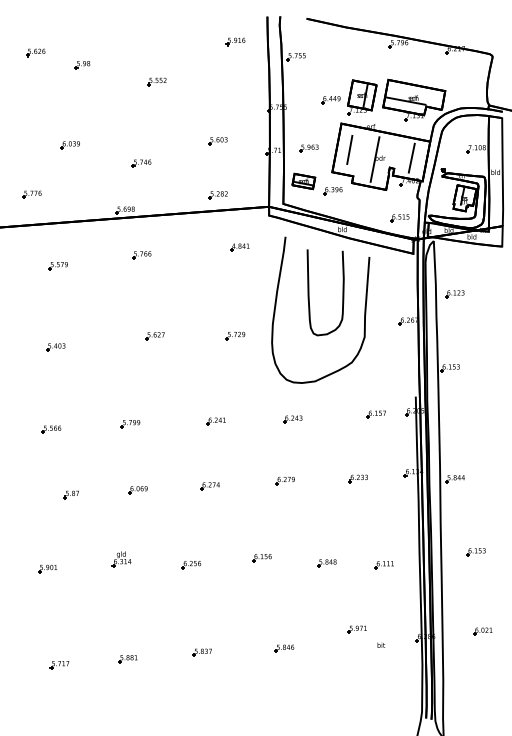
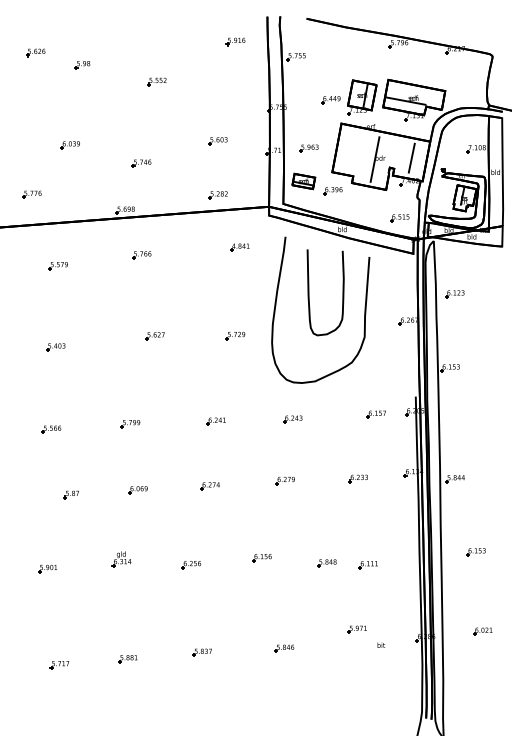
line at (349, 149): present -> none
part at (383, 565) position: (383, 565) -> (367, 565)
